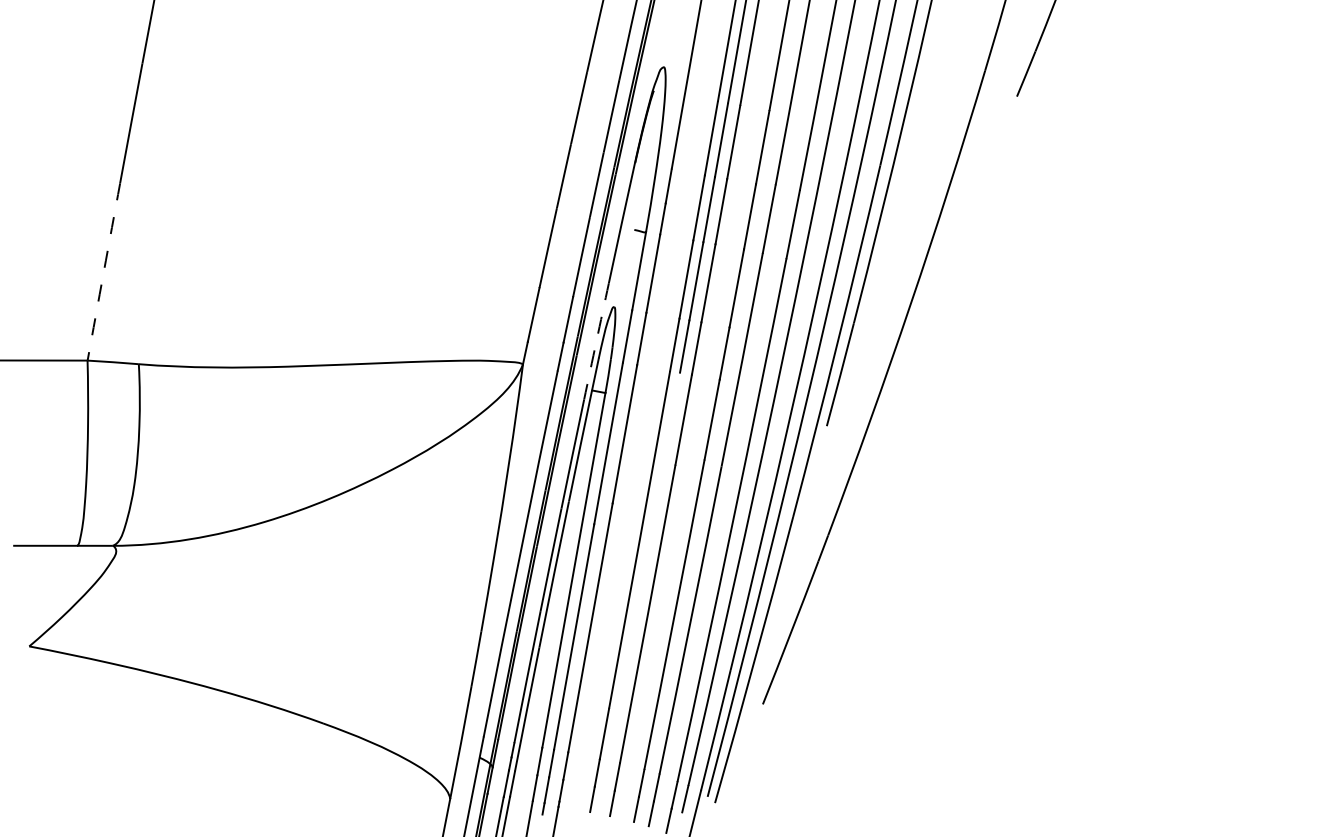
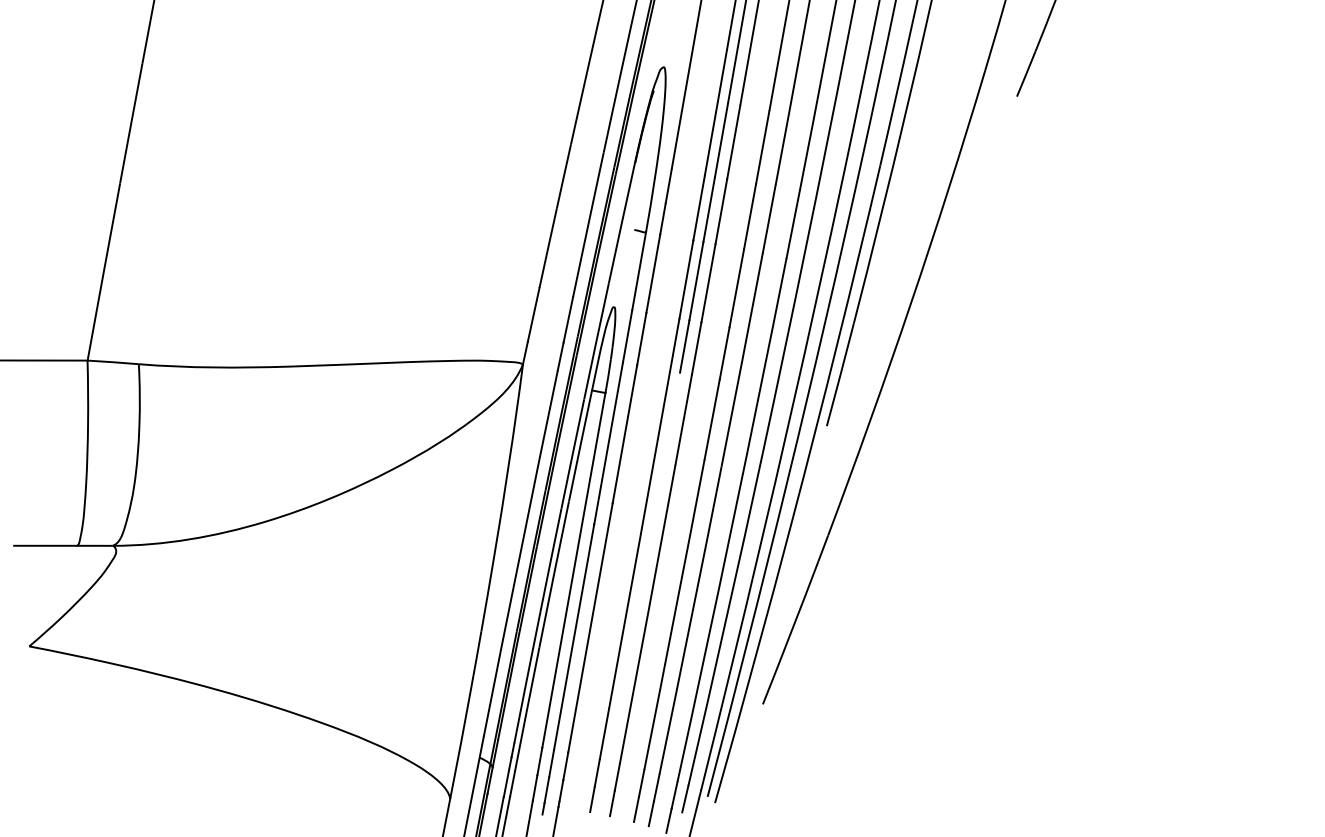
arc at (103, 271): dashed -> solid
arc at (596, 341): dashed -> solid
